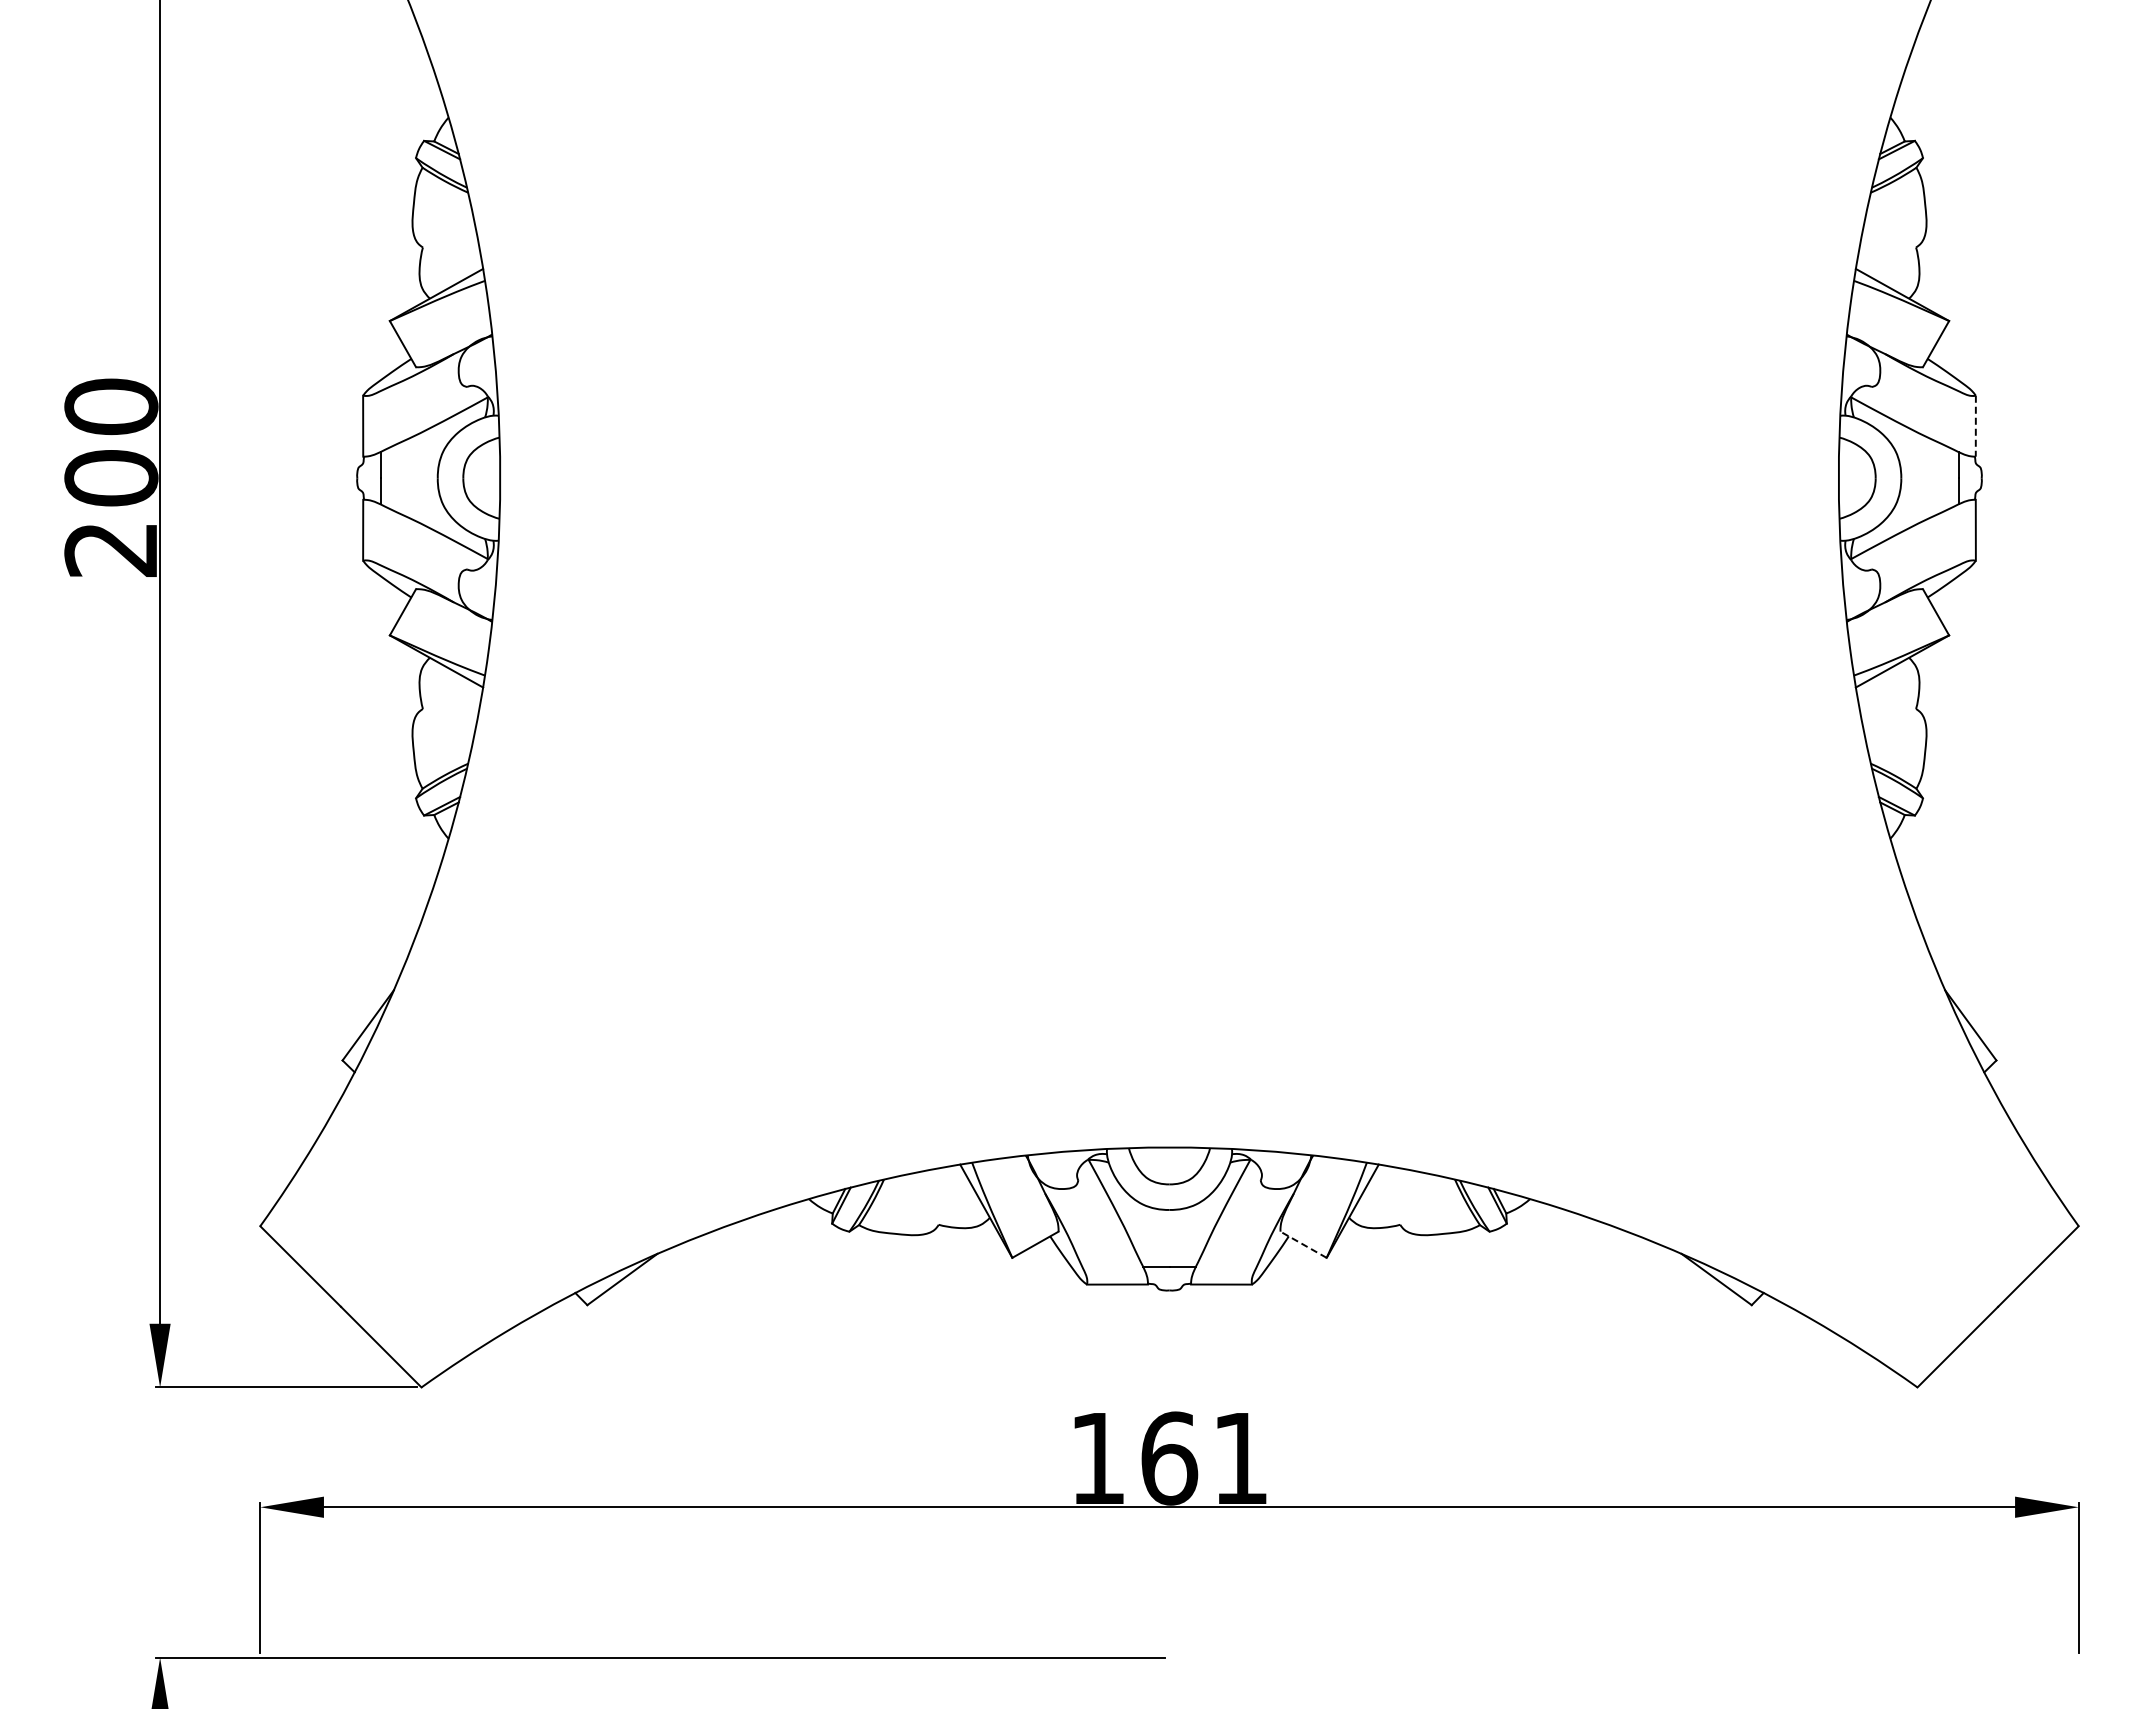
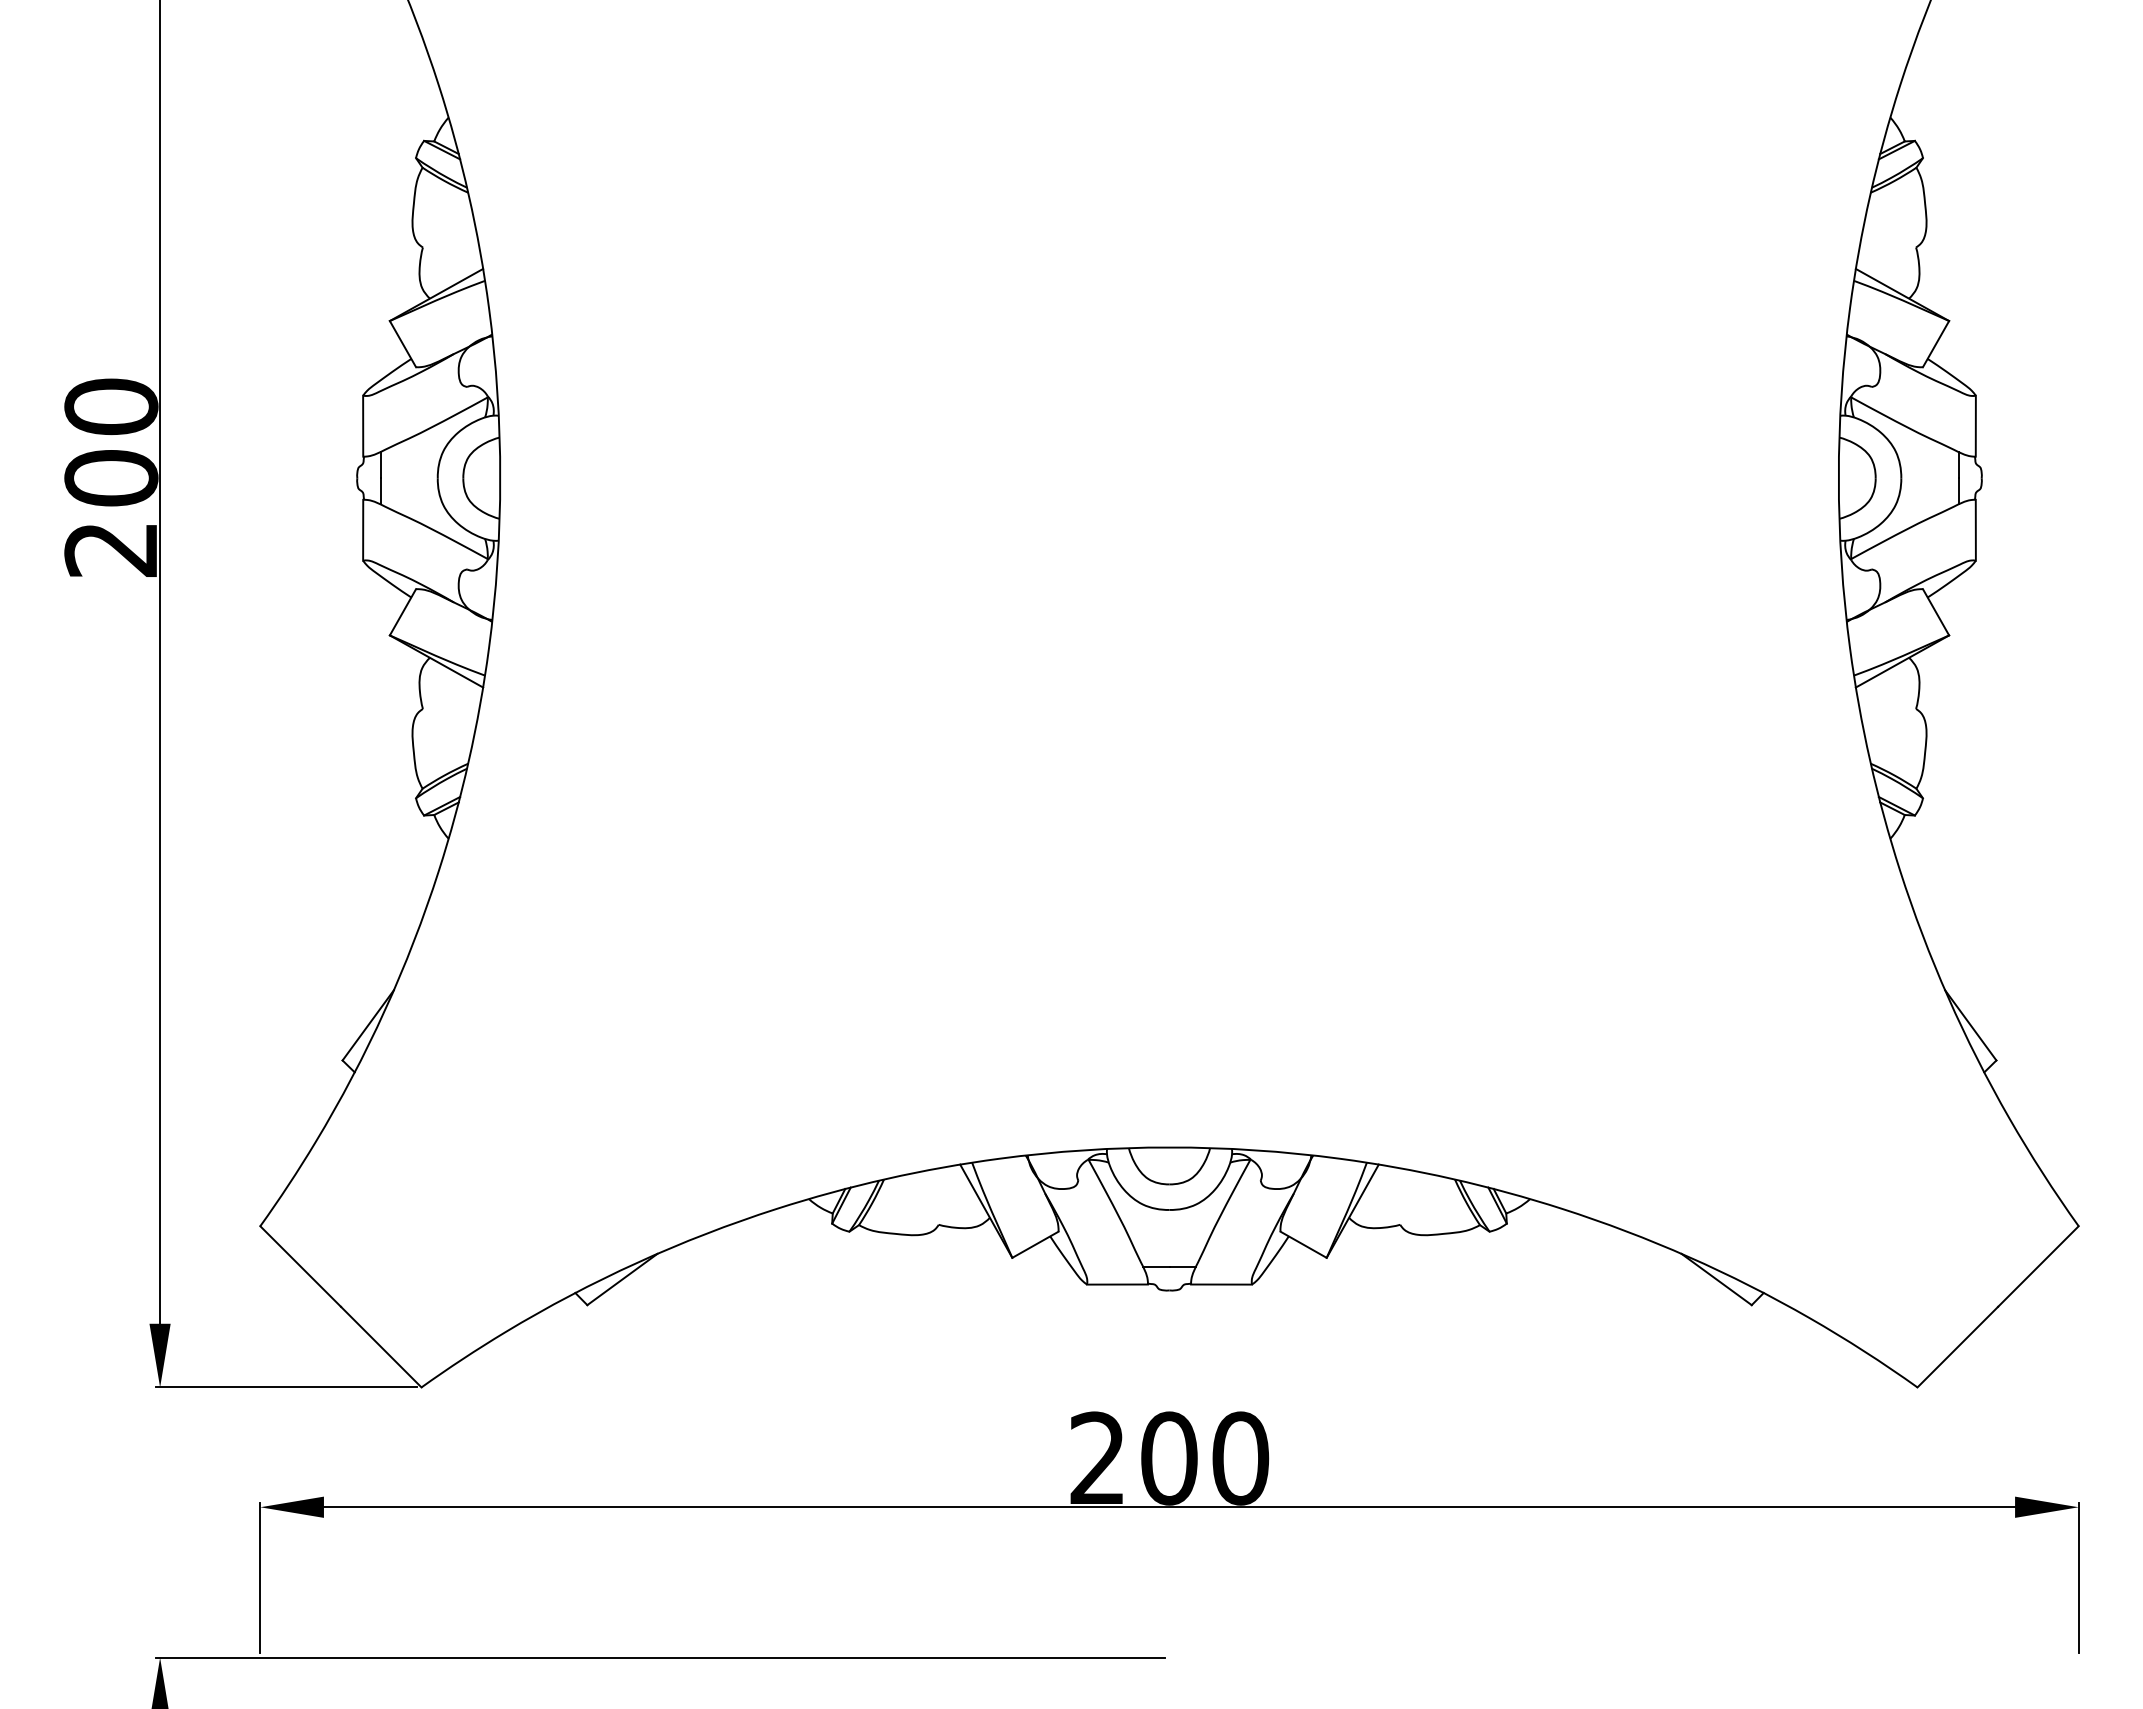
line at (1975, 426): dashed -> solid
line at (1303, 1244): dashed -> solid
text at (1169, 1458): 161 -> 200
